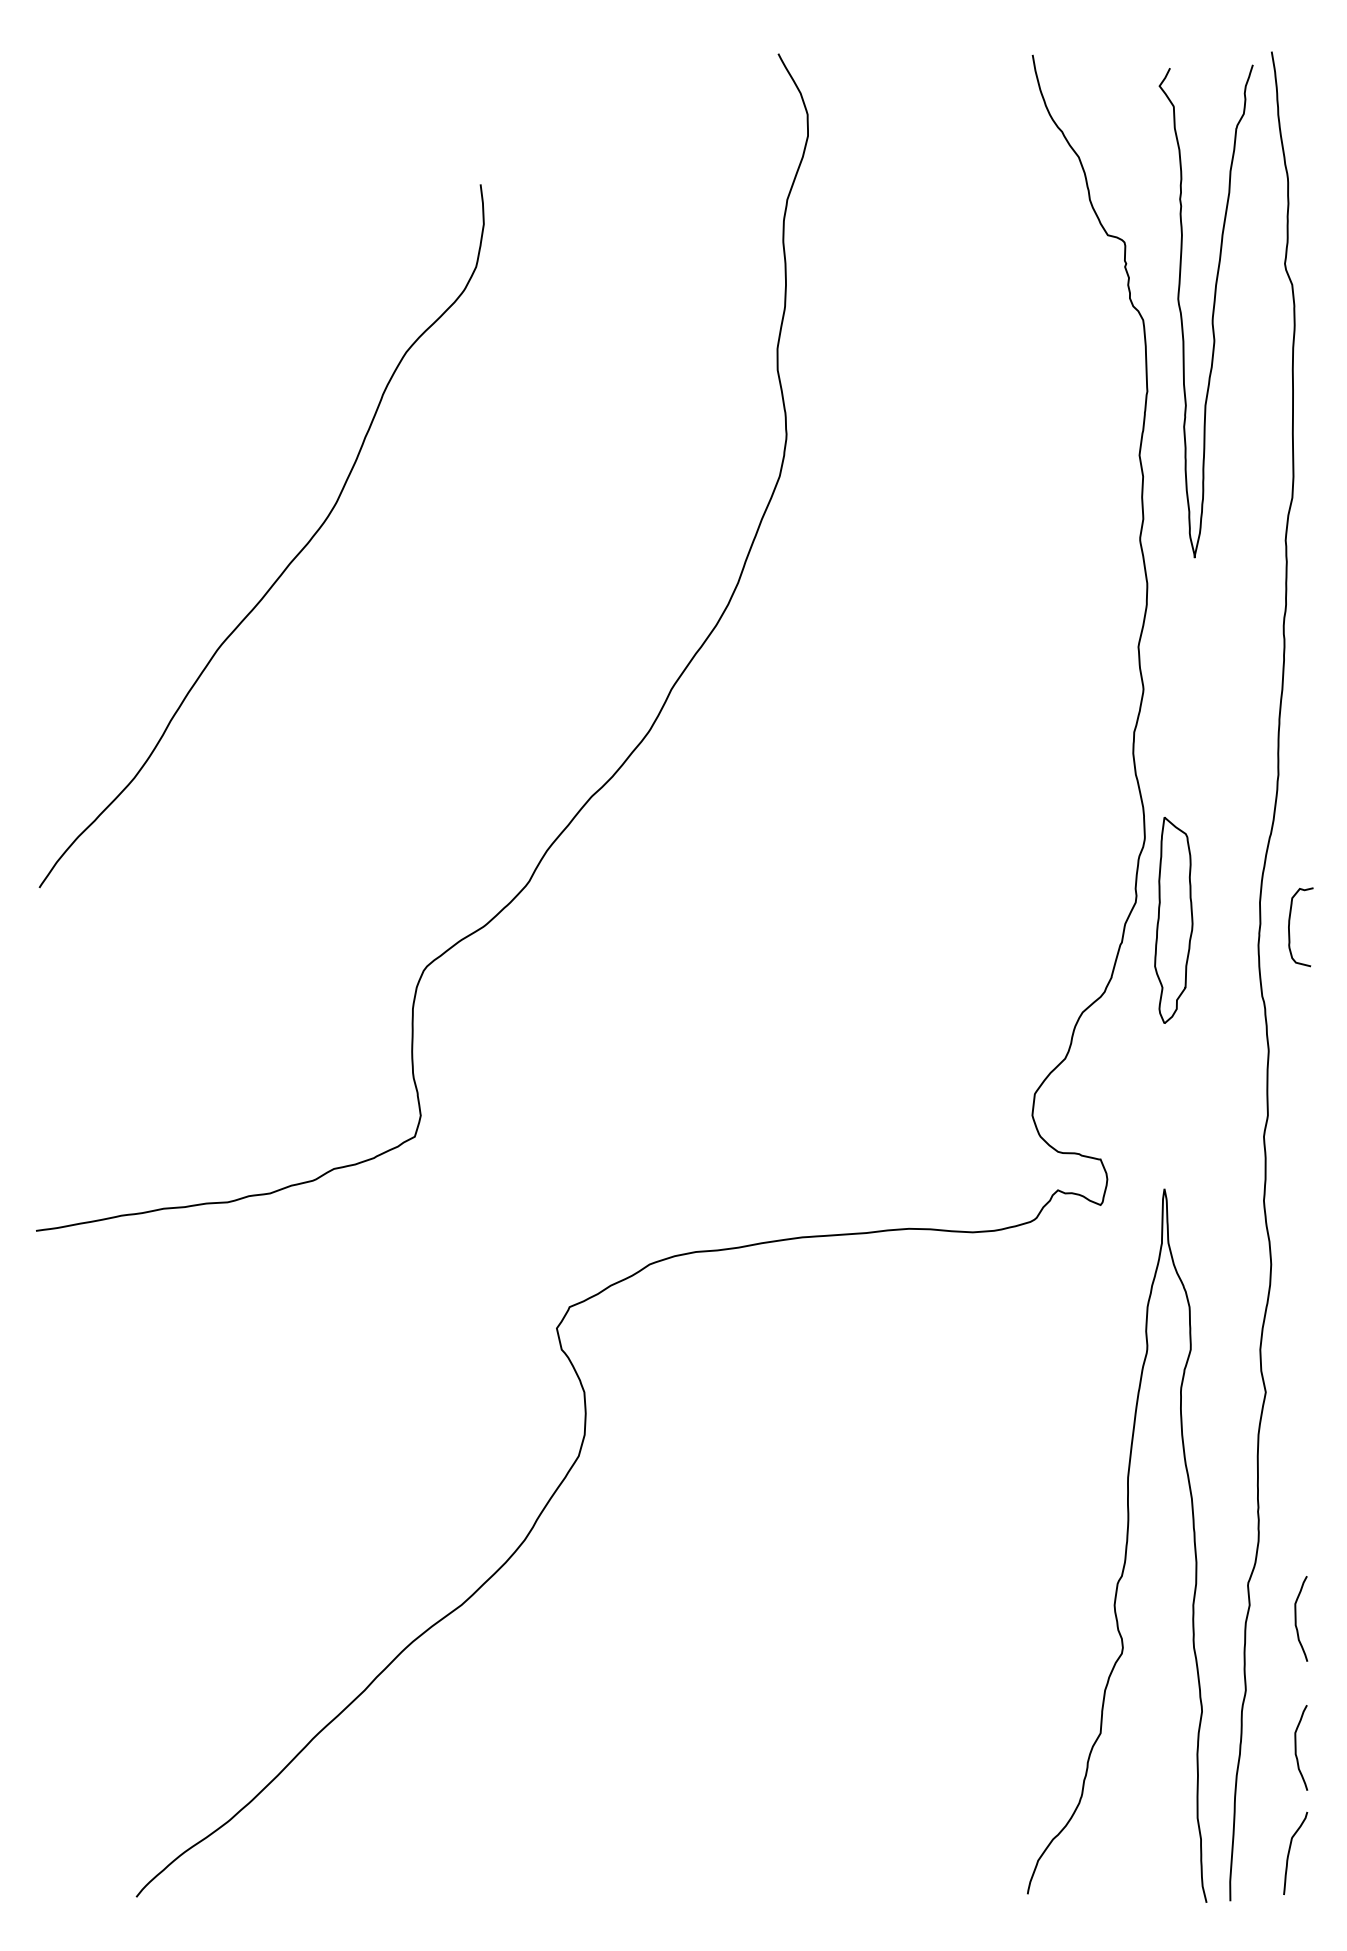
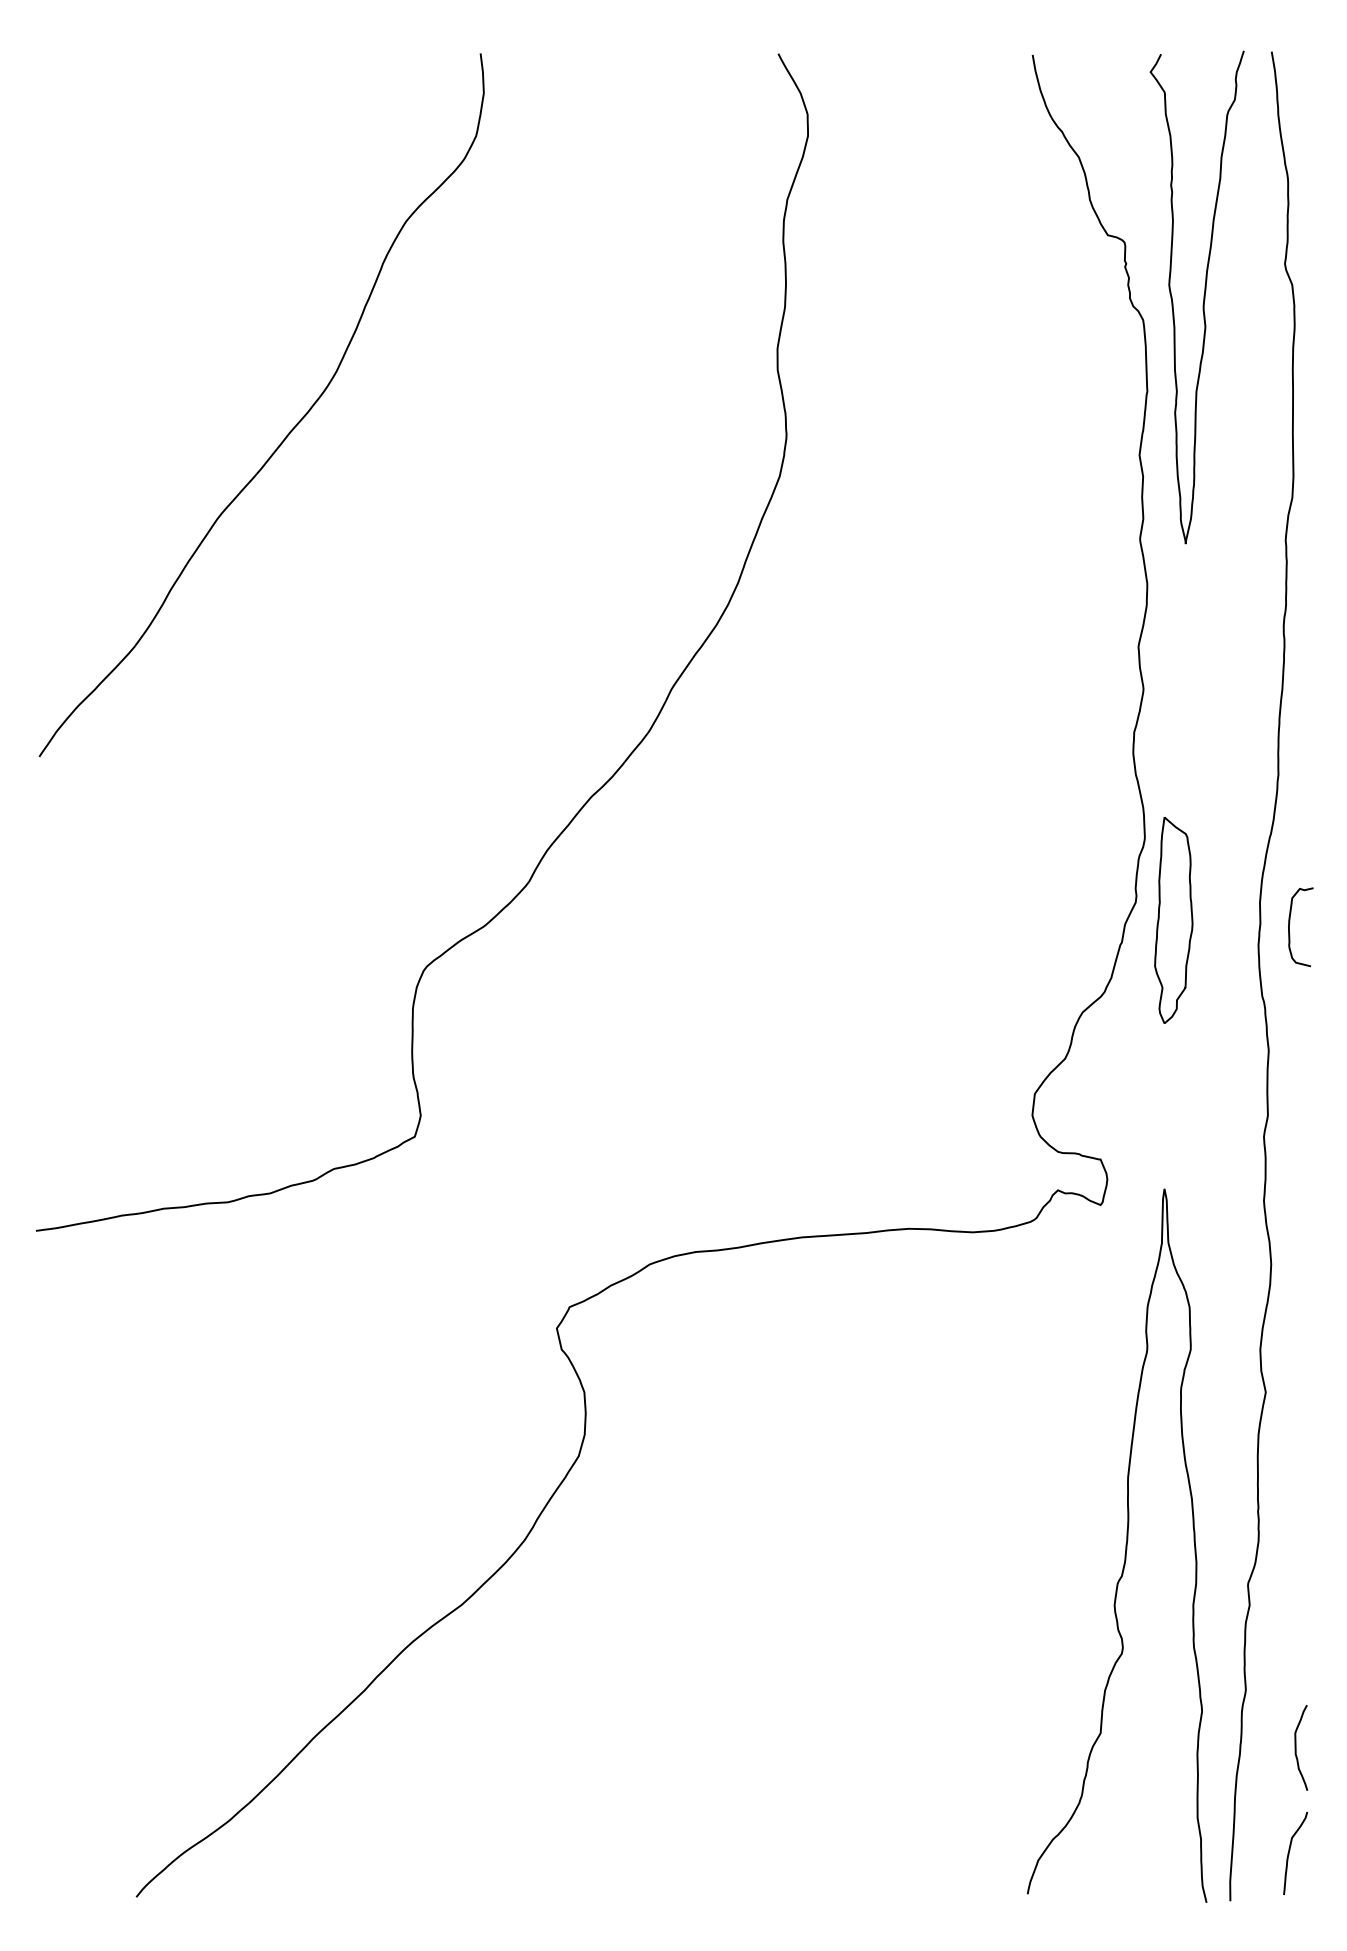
curve at (1212, 311) position: (1212, 311) -> (1203, 297)
curve at (288, 563) position: (288, 563) -> (288, 432)
curve at (1296, 1618): present -> none
